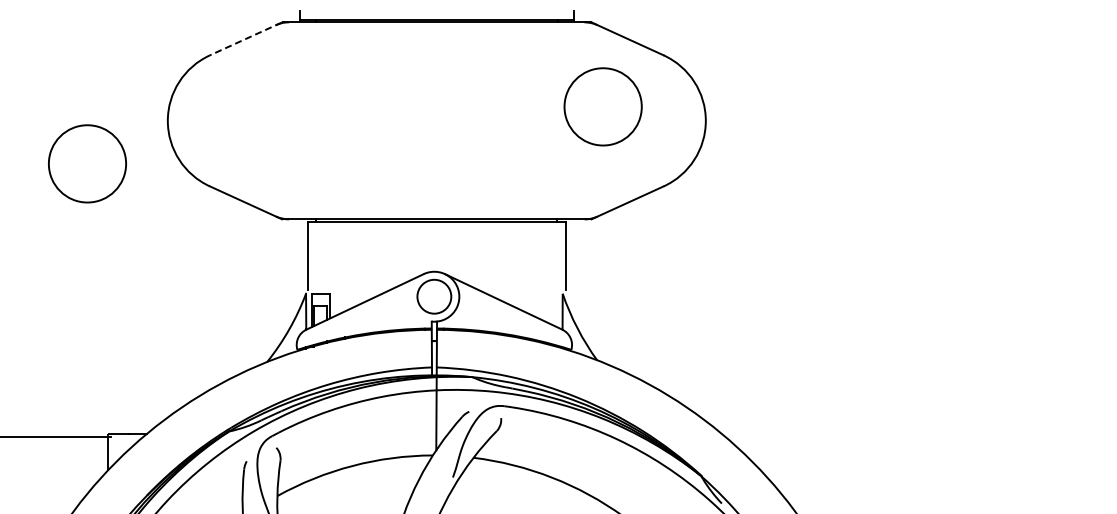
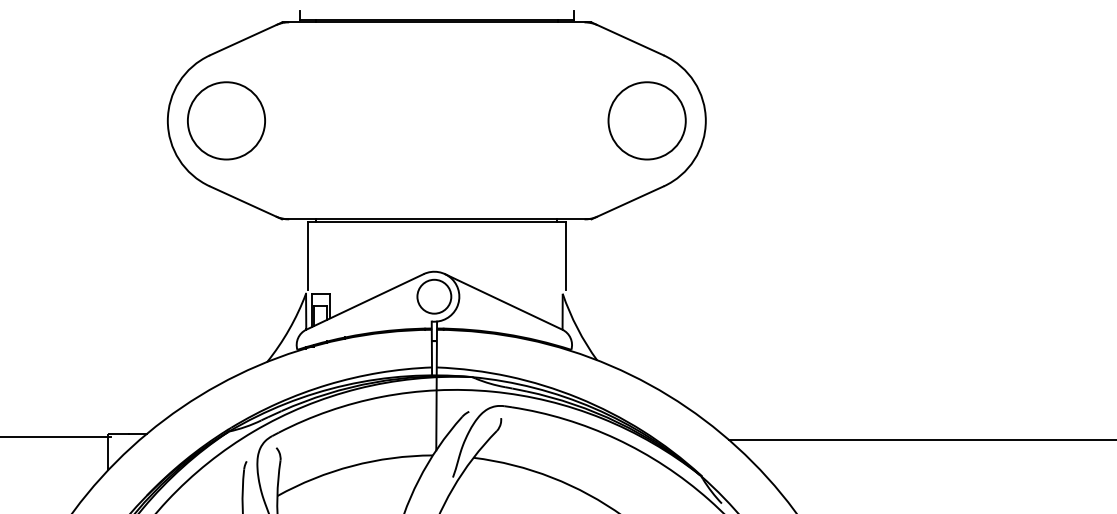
line at (245, 39): dashed -> solid
circle at (602, 106) position: (602, 106) -> (646, 120)
circle at (87, 163) position: (87, 163) -> (226, 120)
line at (920, 439): none -> present
